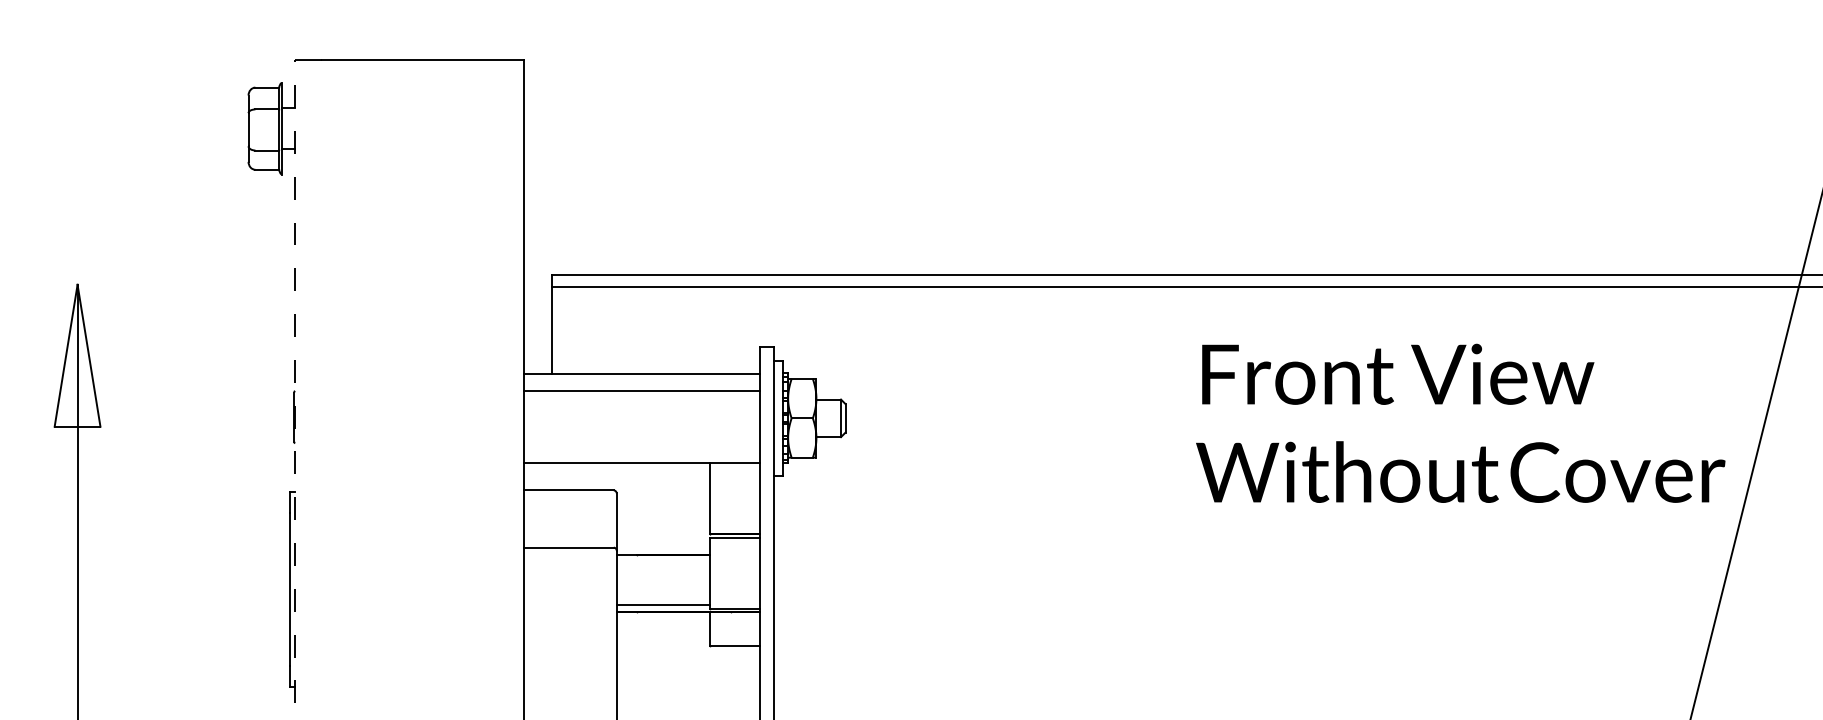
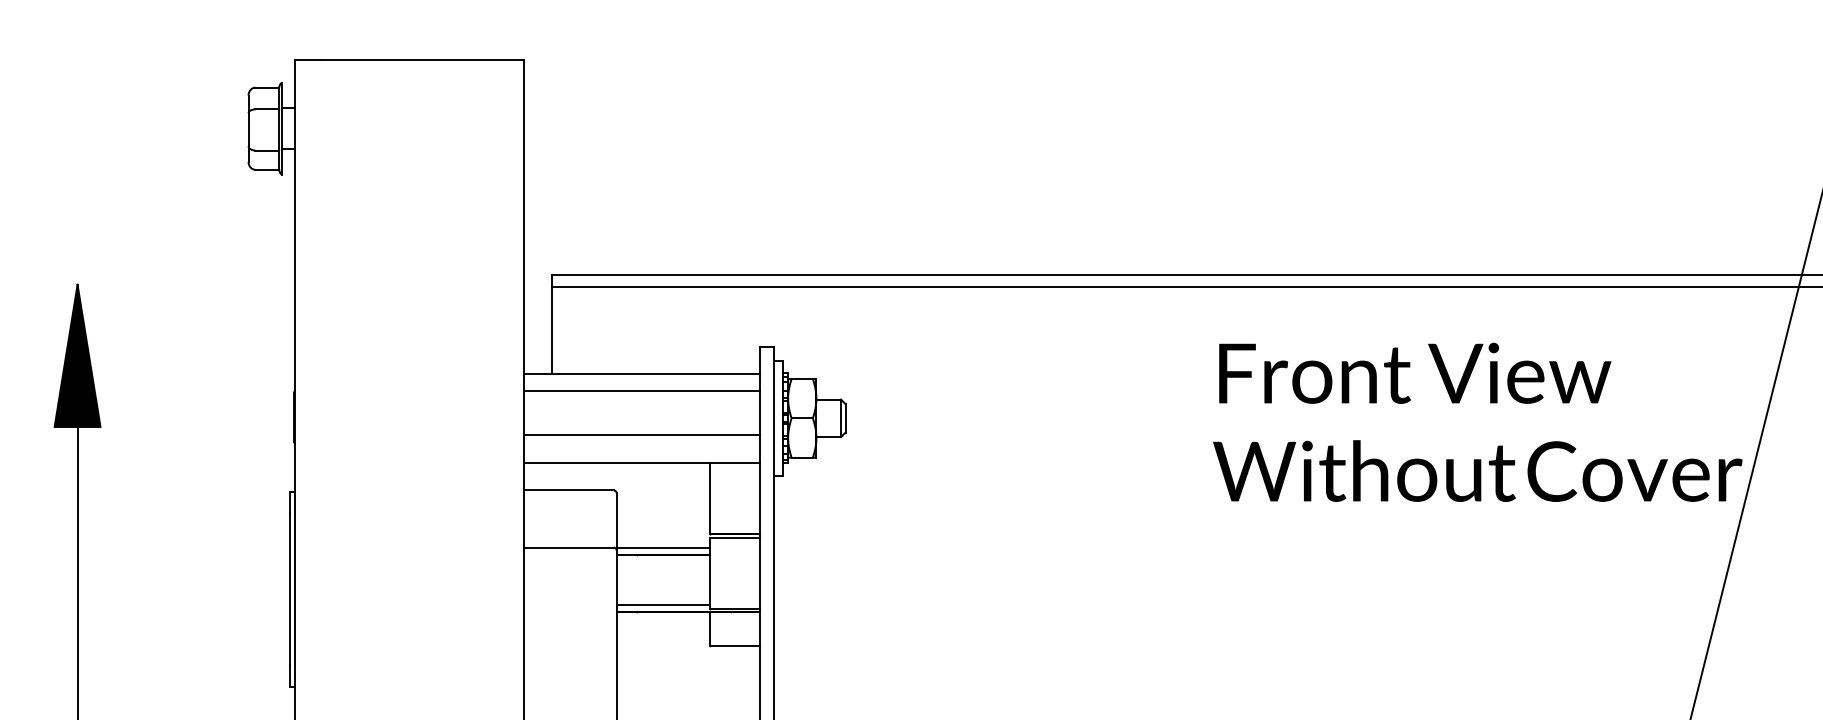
fill at (77, 355): none -> present
line at (295, 389): dashed -> solid
text at (1460, 422) position: (1460, 422) -> (1477, 421)
line at (641, 435): none -> present
line at (662, 547): none -> present
